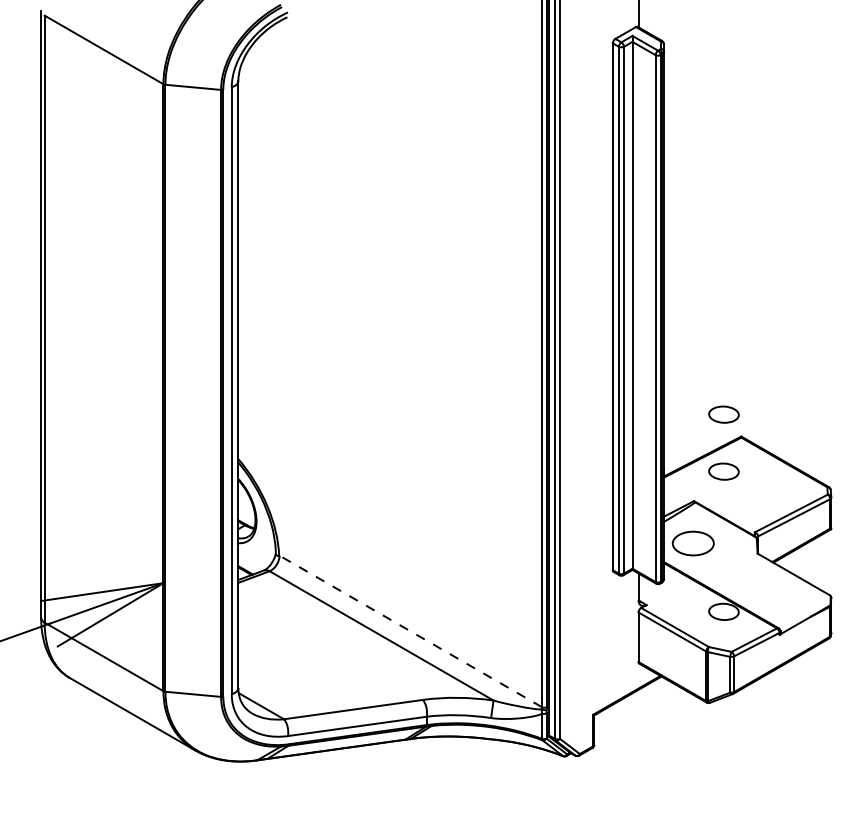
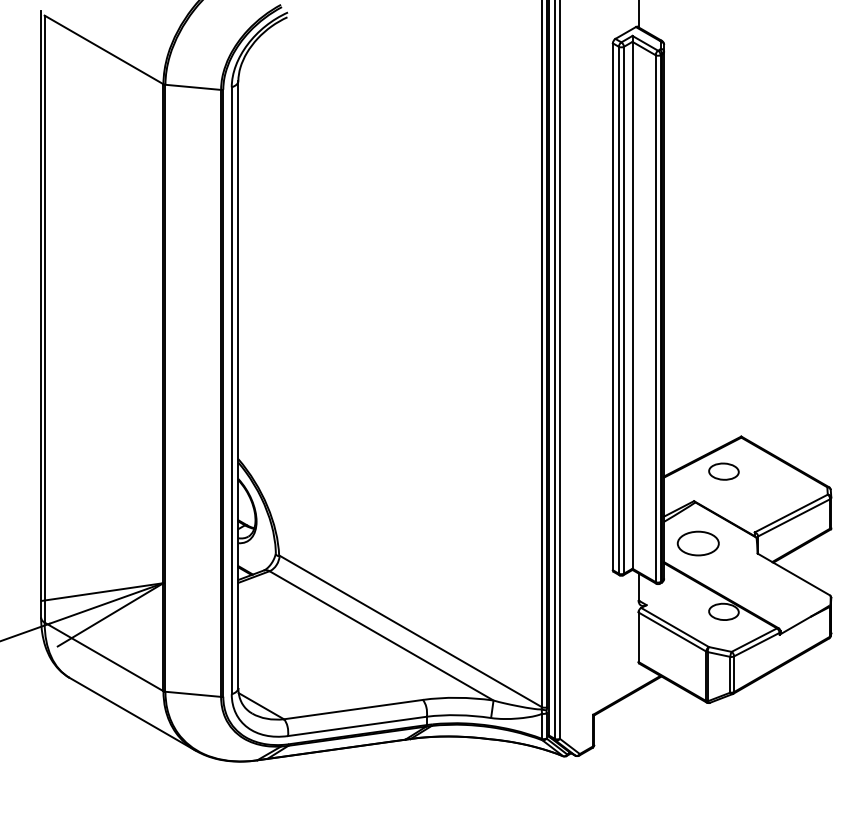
part at (723, 414): present -> none
part at (692, 543) position: (692, 543) -> (697, 543)
line at (410, 631): dashed -> solid
